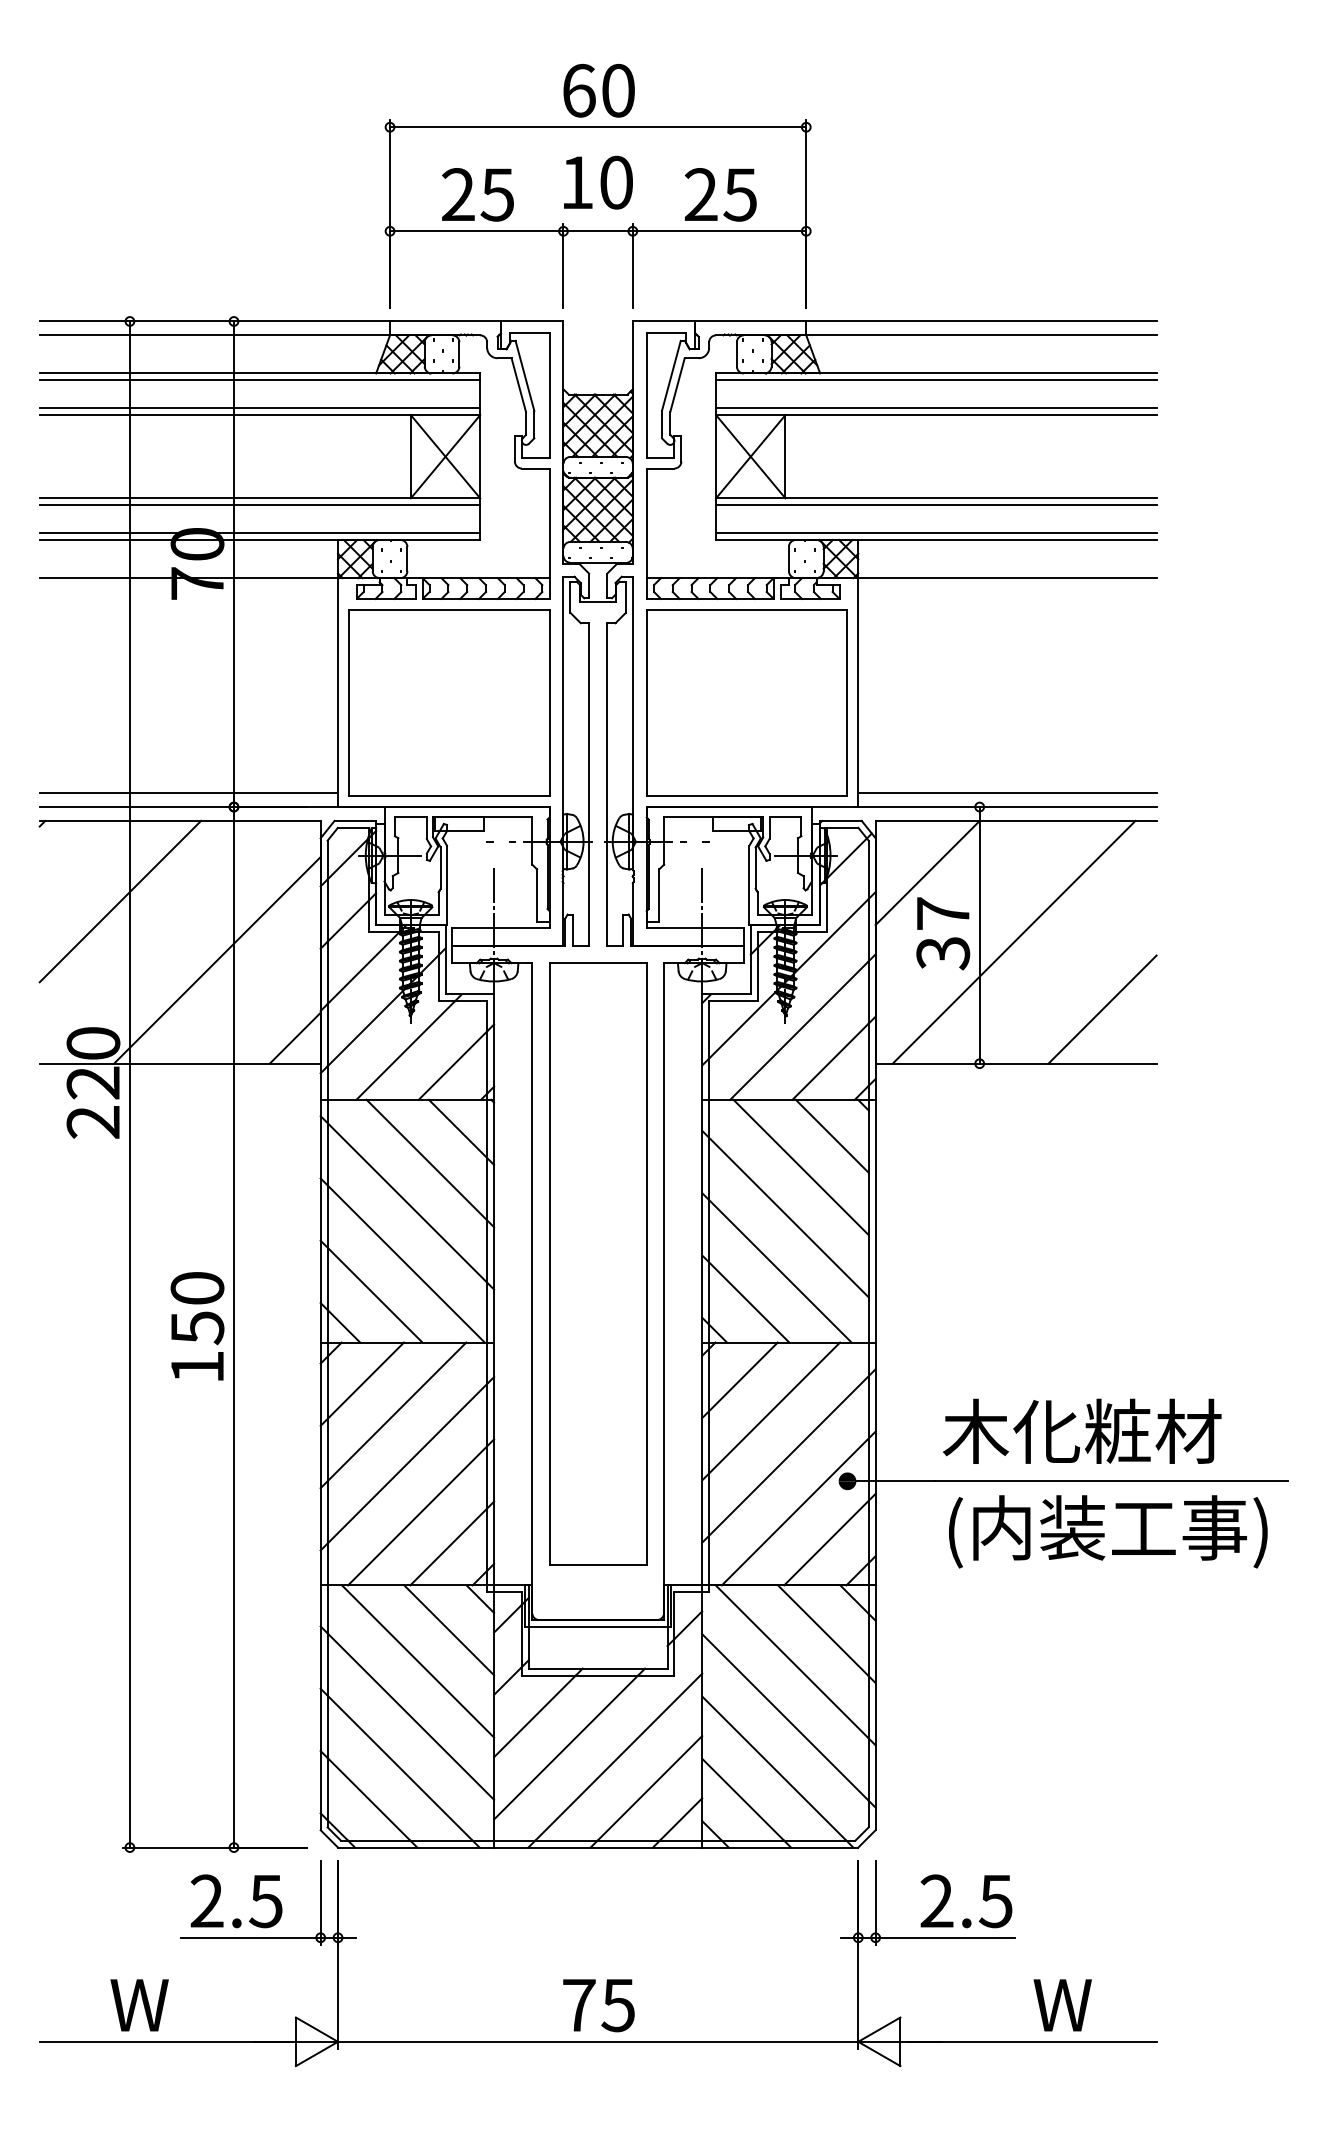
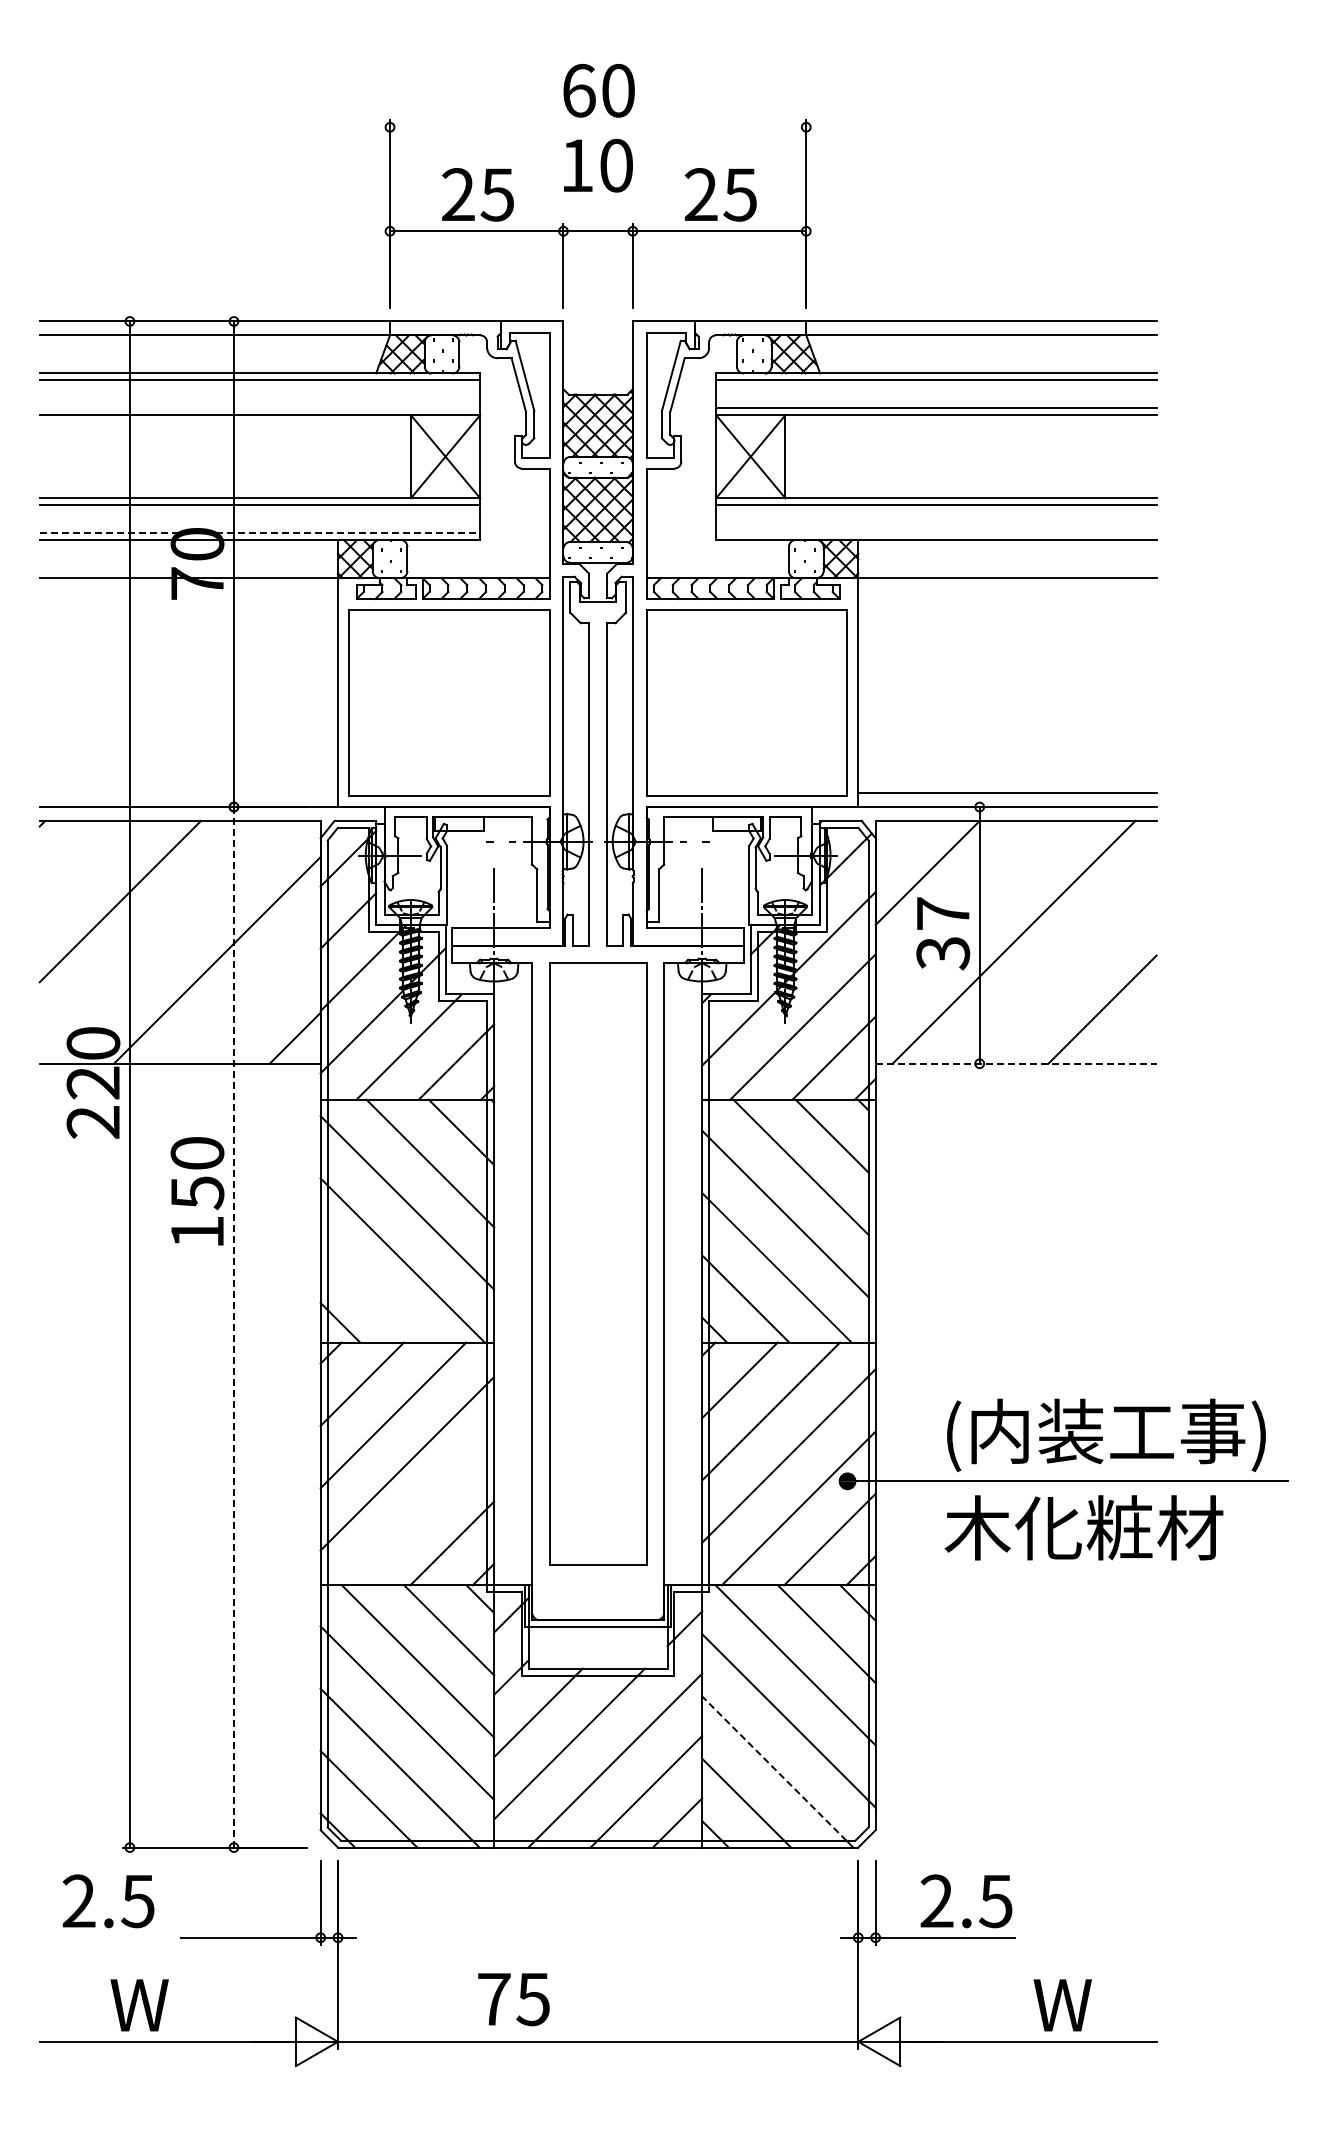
line at (598, 127): present -> none
text at (598, 182) position: (598, 182) -> (598, 165)
line at (259, 408): present -> none
line at (260, 533): solid -> dashed
line at (936, 533): present -> none
line at (188, 793): present -> none
line at (1016, 1063): solid -> dashed
line at (371, 1291): present -> none
text at (197, 1326) position: (197, 1326) -> (197, 1191)
line at (233, 1327): solid -> dashed
text at (1104, 1435): 木化粧材 -> (内装工事)
line at (421, 1512): present -> none
text at (1105, 1531): (内装工事) -> 木化粧材
line at (774, 1768): solid -> dashed
text at (236, 1901) position: (236, 1901) -> (108, 1901)
text at (598, 2005) position: (598, 2005) -> (513, 1999)
